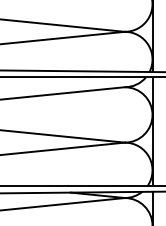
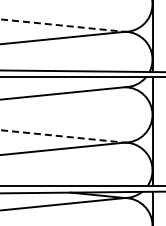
line at (63, 25): solid -> dashed
line at (63, 136): solid -> dashed
